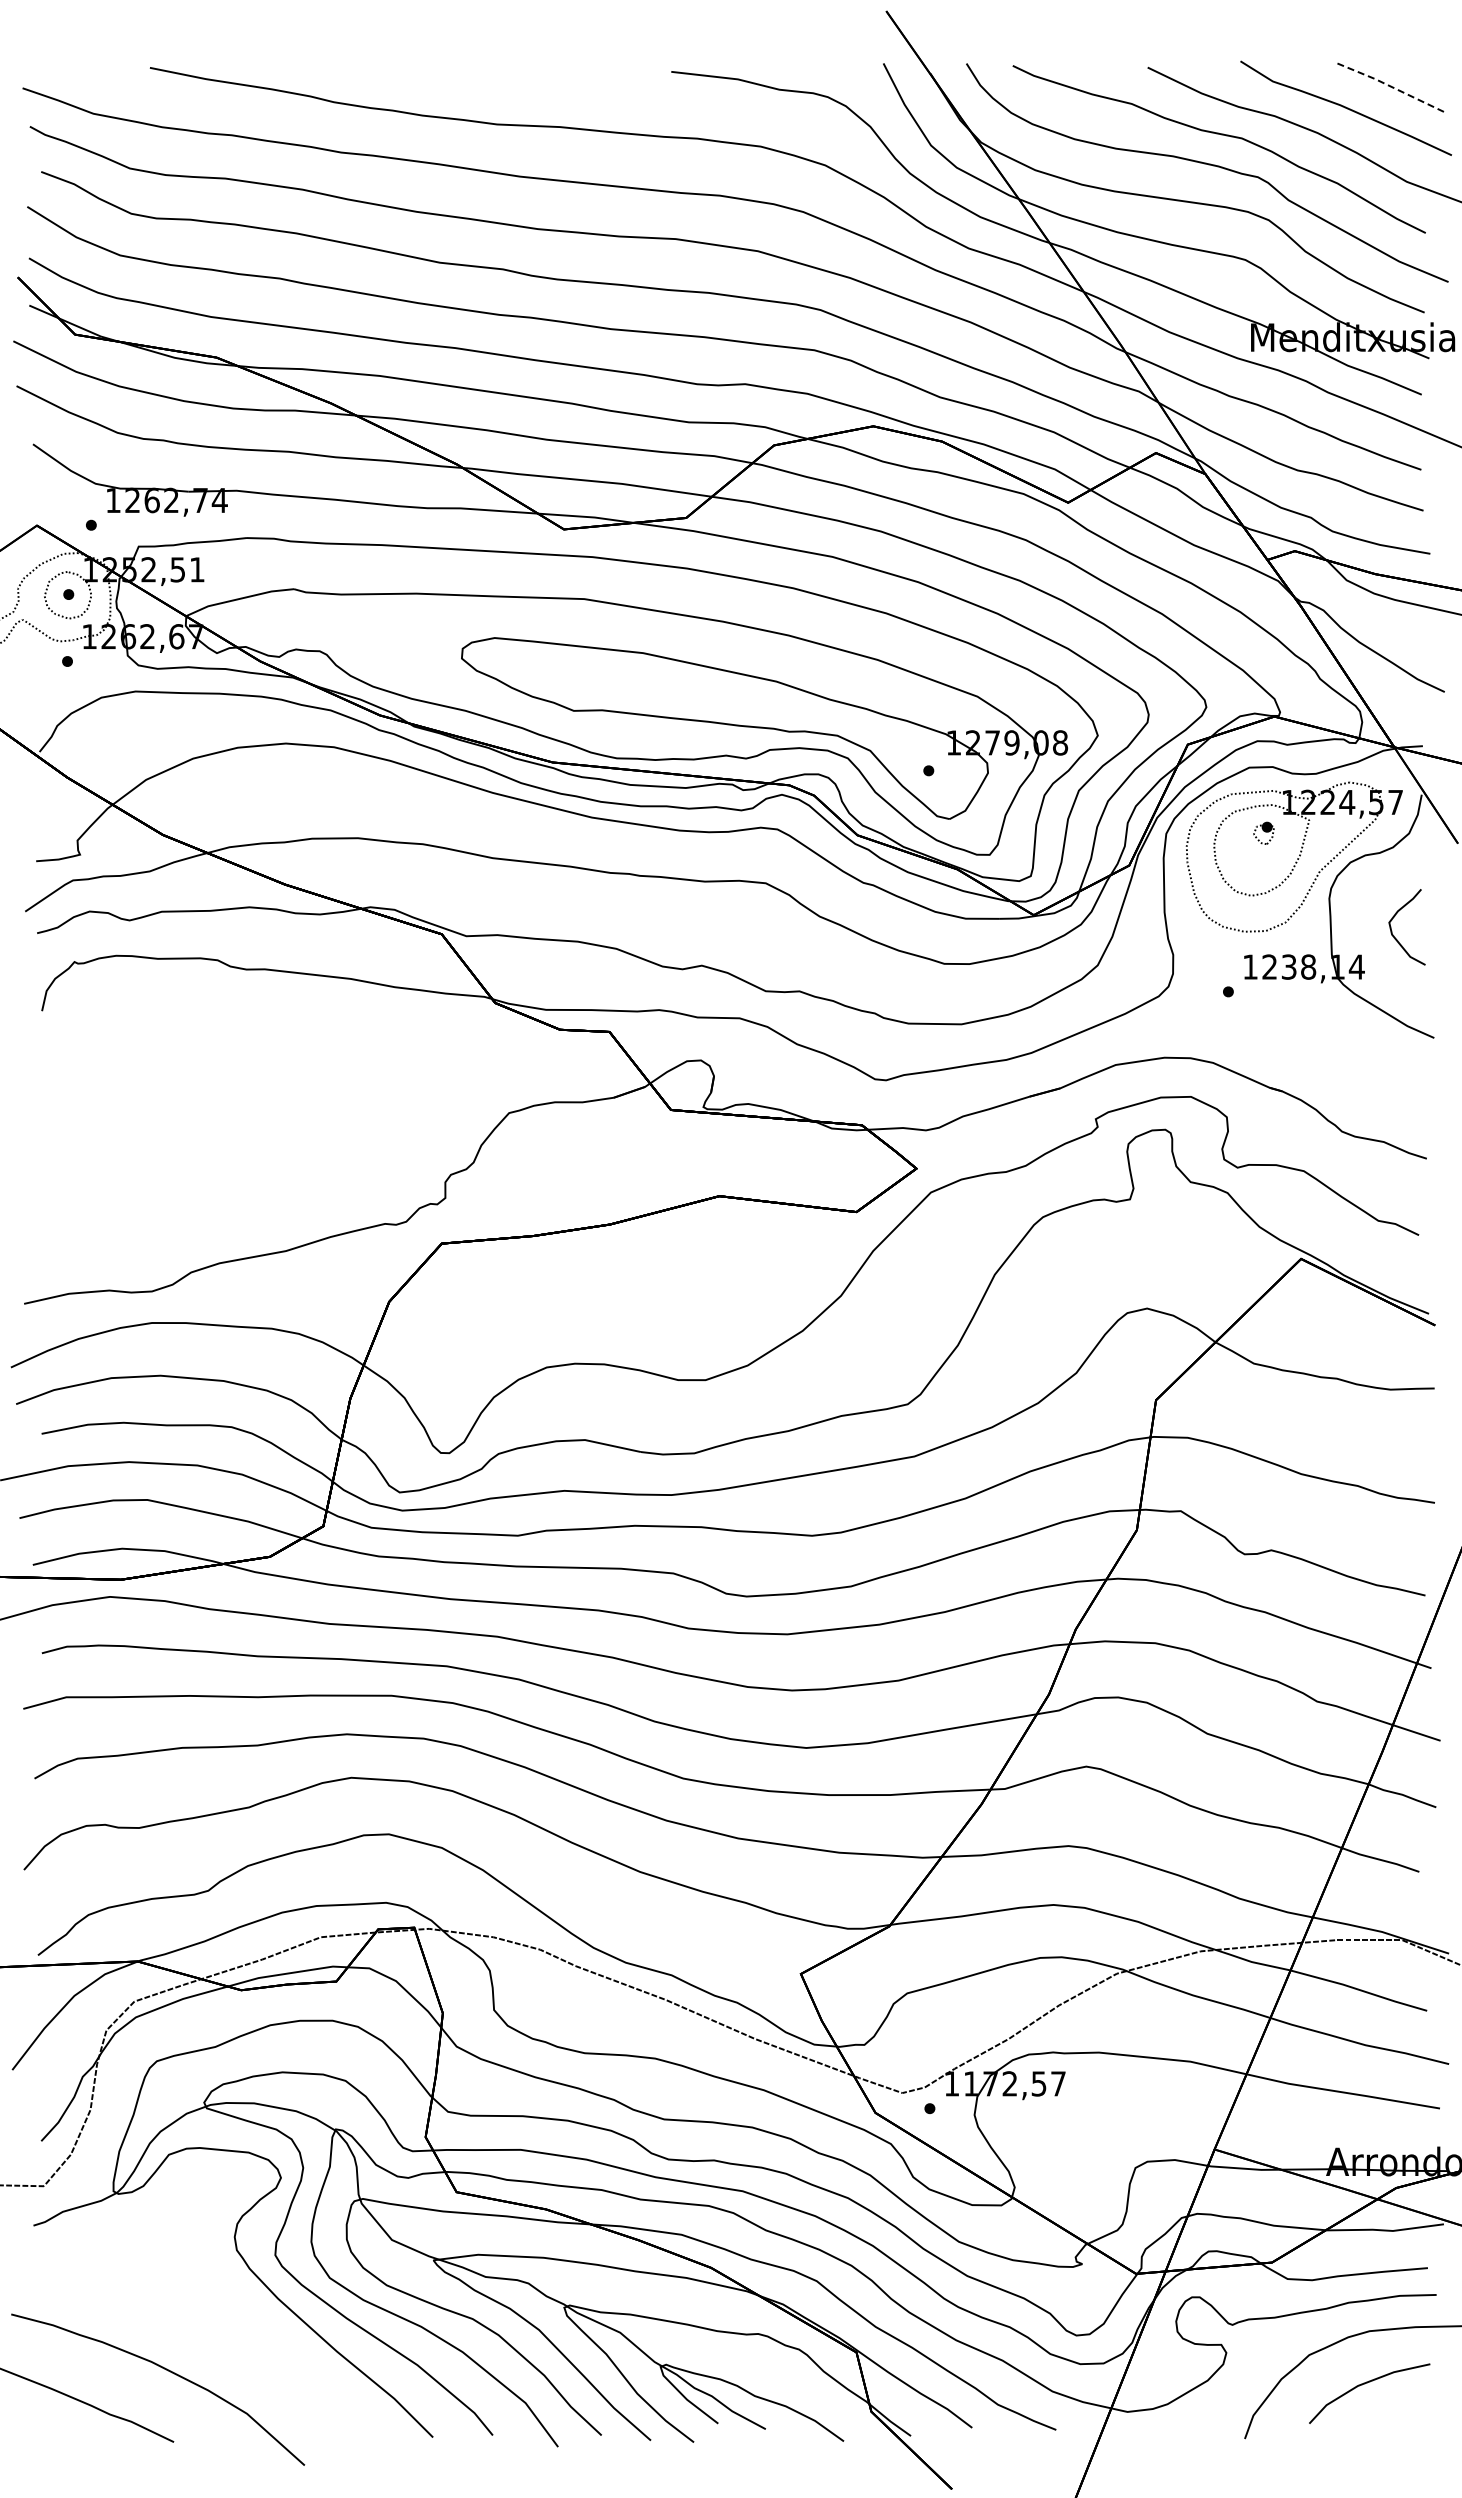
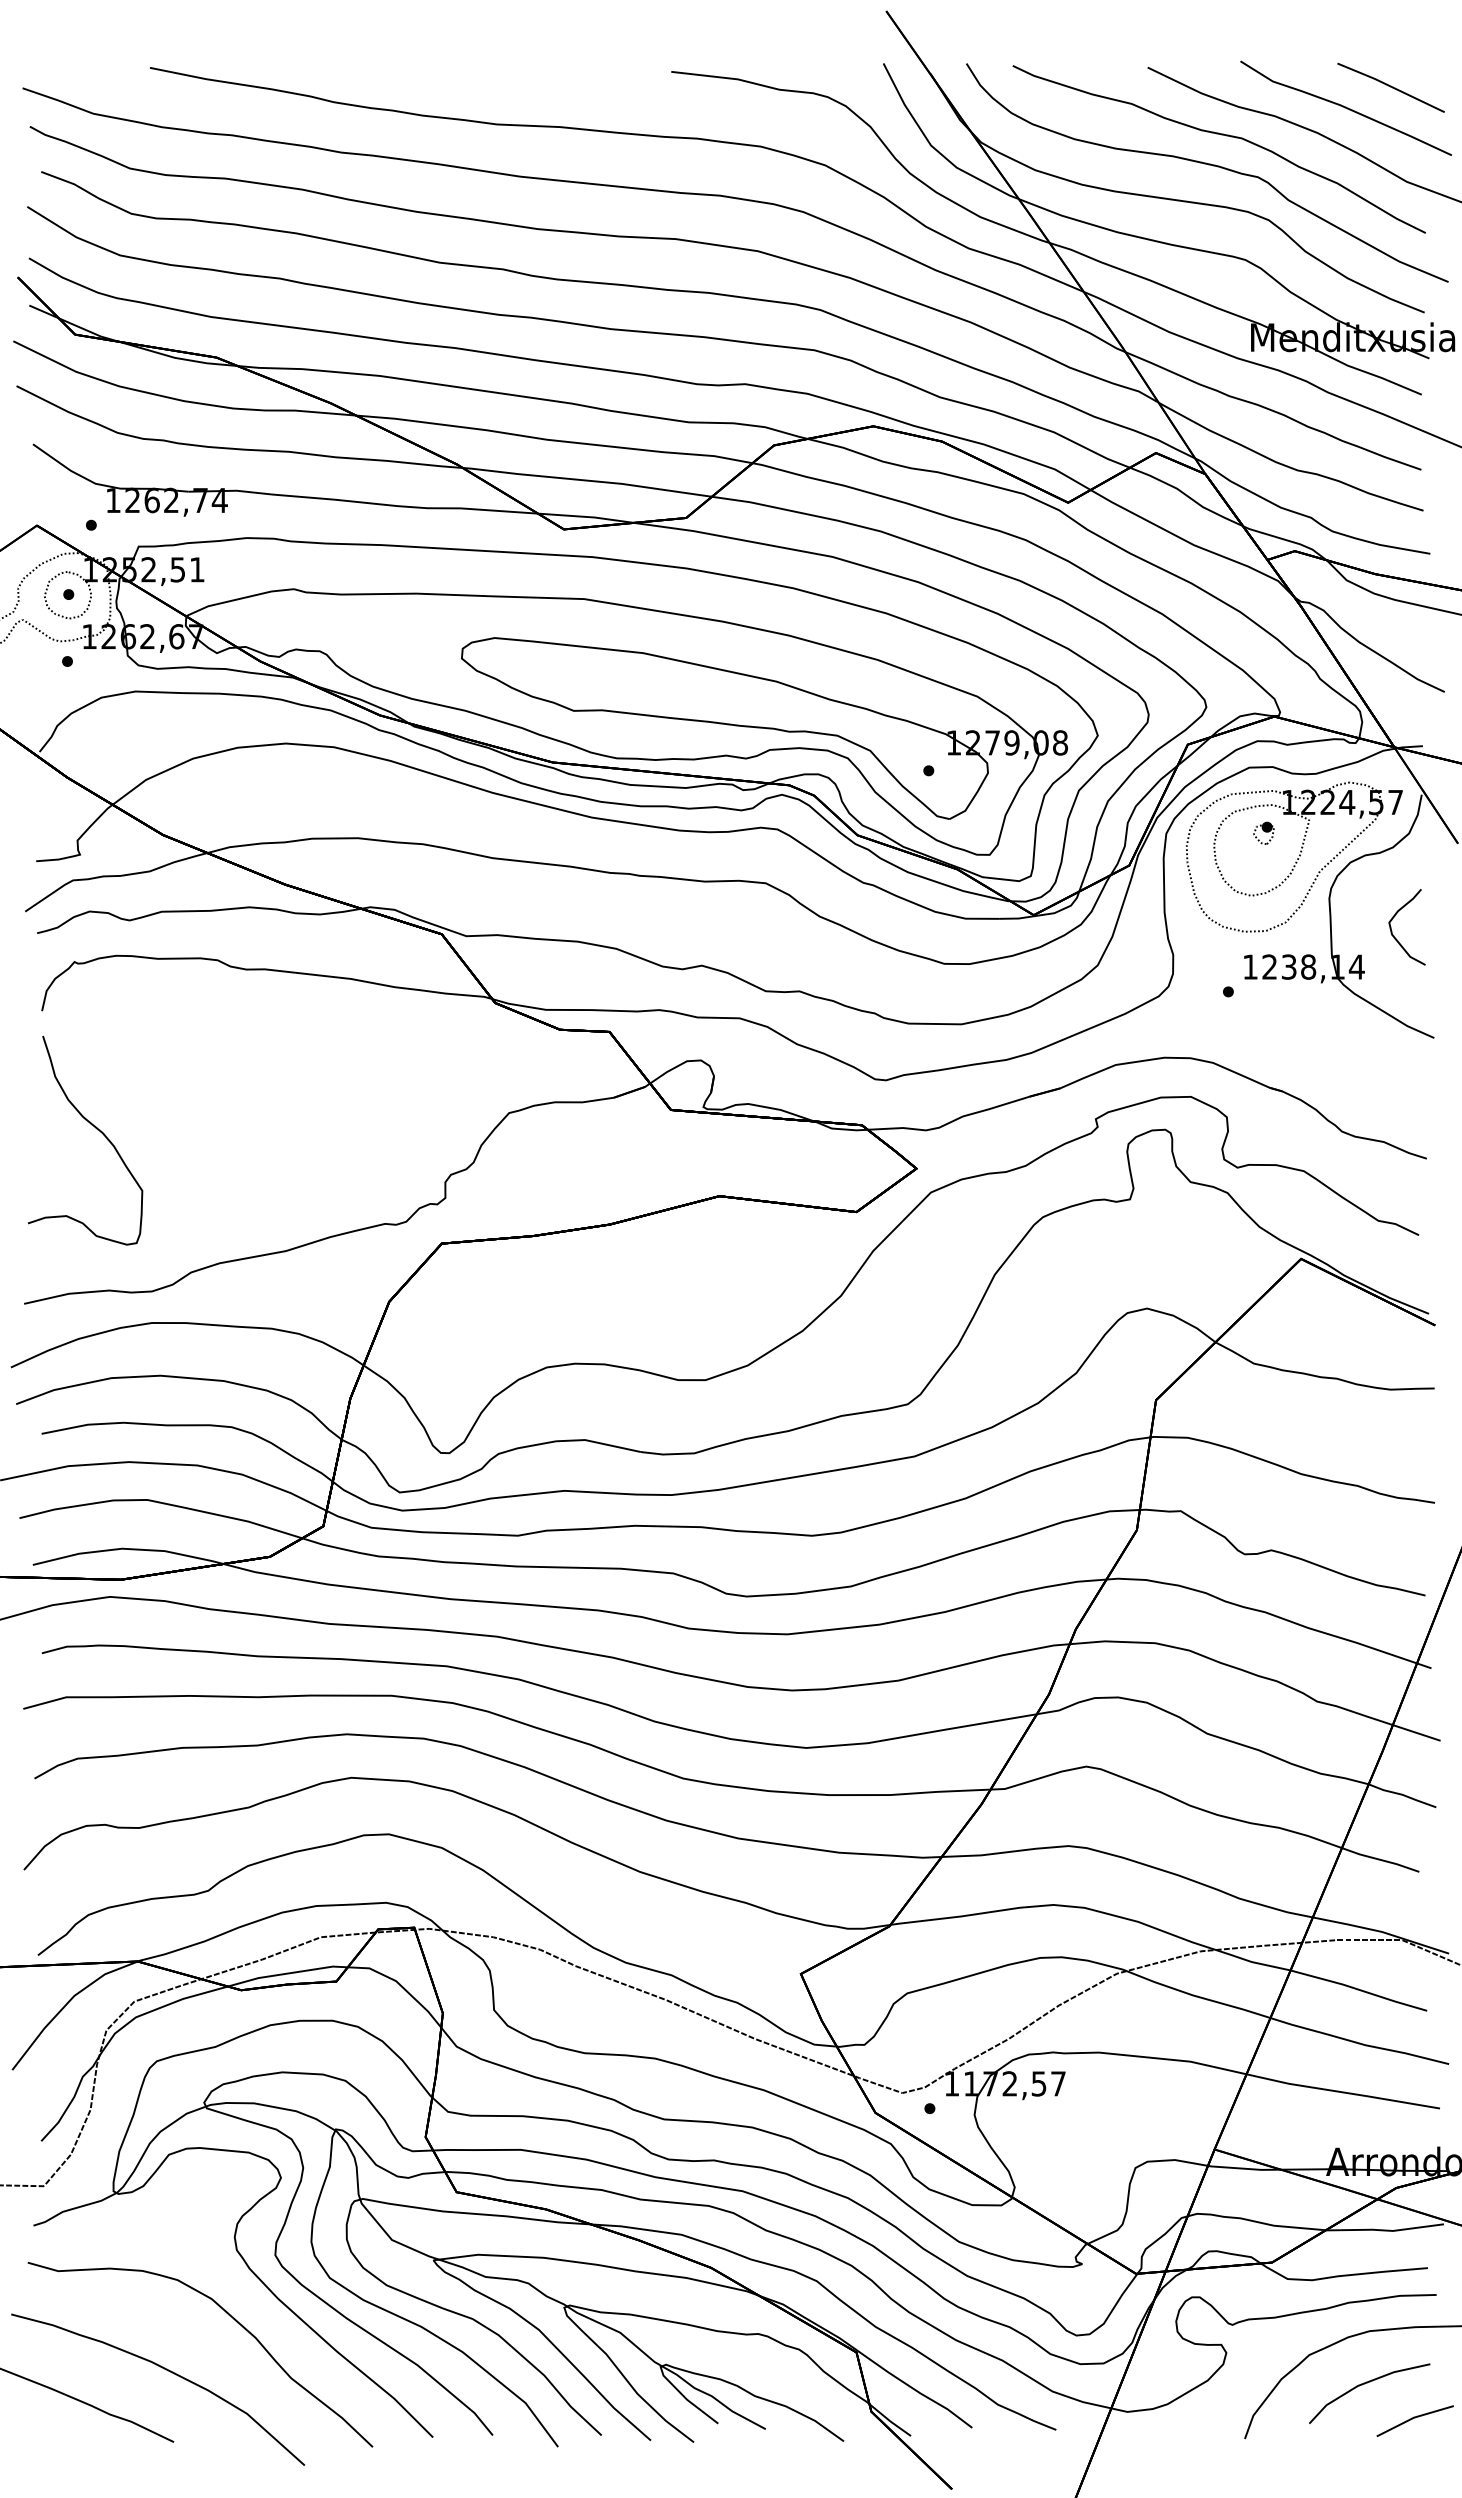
line at (1391, 86): dashed -> solid
curve at (96, 1129): none -> present
curve at (228, 2315): none -> present
line at (1412, 2419): none -> present
